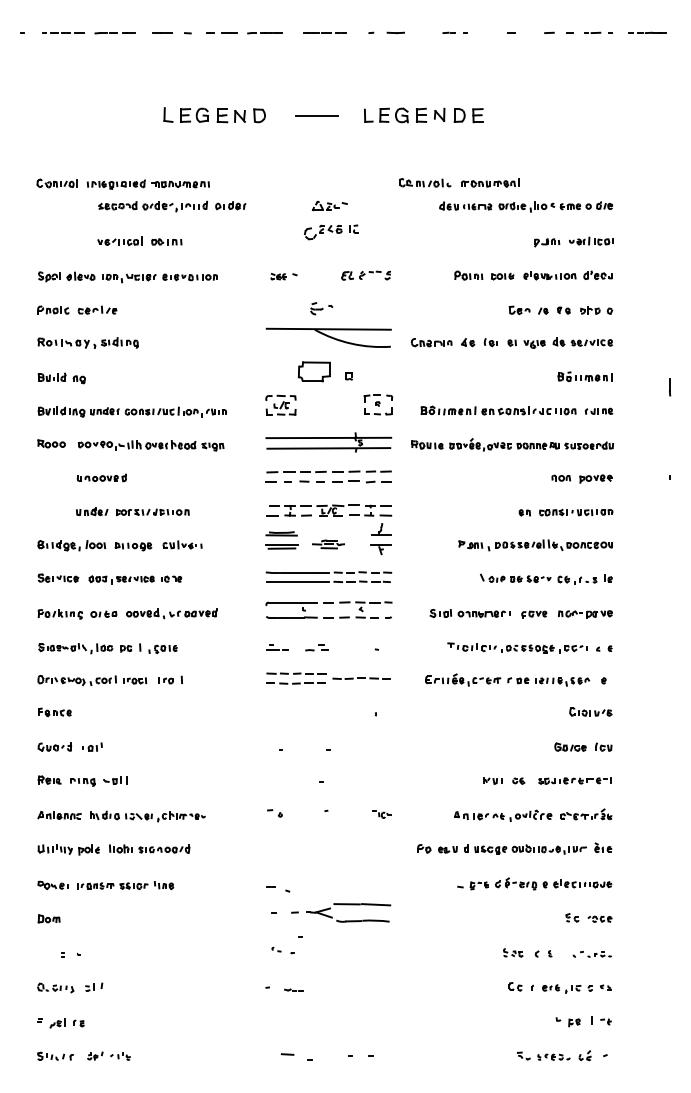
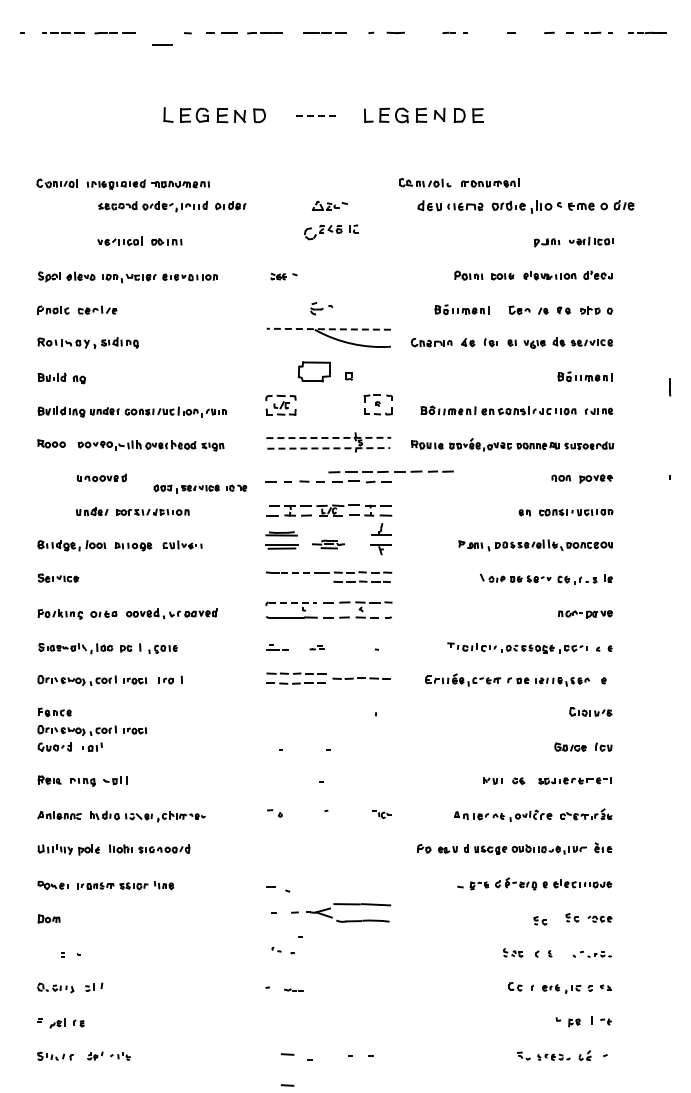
line at (162, 32) position: (162, 32) -> (162, 44)
line at (316, 116): solid -> dashed
part at (526, 206) size: 175x12 px -> 218x14 px
part at (365, 275): present -> none
part at (461, 309): none -> present
line at (328, 329): solid -> dashed
line at (329, 437): solid -> dashed
line at (329, 448): solid -> dashed
part at (328, 471) position: (328, 471) -> (390, 471)
line at (297, 572): solid -> dashed
part at (135, 579) position: (135, 579) -> (200, 488)
line at (297, 581): present -> none
line at (293, 602): solid -> dashed
part at (469, 613): present -> none
part at (534, 614): present -> none
part at (316, 647) size: 24x8 px -> 16x6 px
part at (92, 730): none -> present
part at (540, 920): none -> present
line at (287, 1085): none -> present
